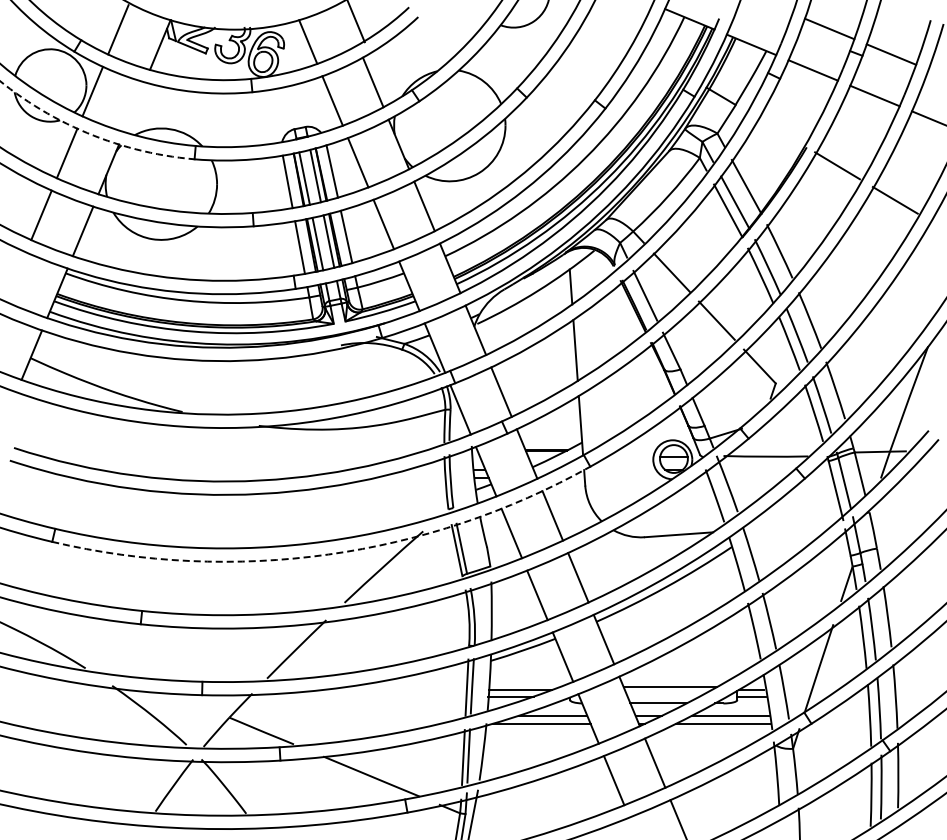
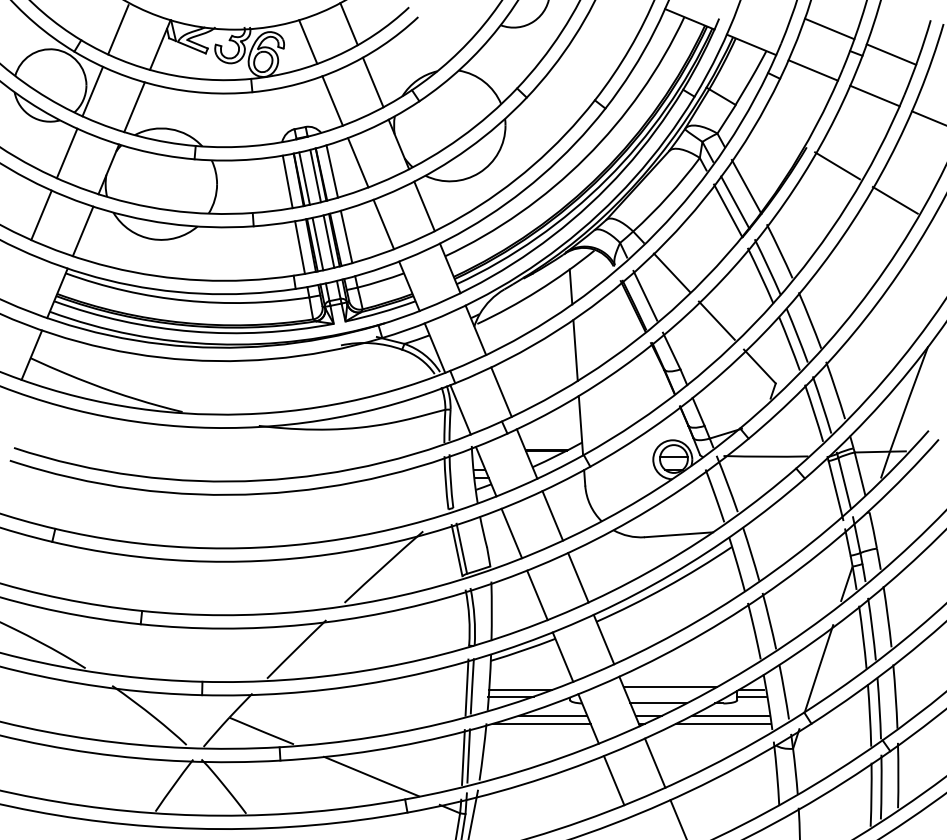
line at (356, 22) position: (356, 22) -> (348, 24)
line at (134, 107): none -> present
arc at (92, 134): dashed -> solid
arc at (328, 554): dashed -> solid
